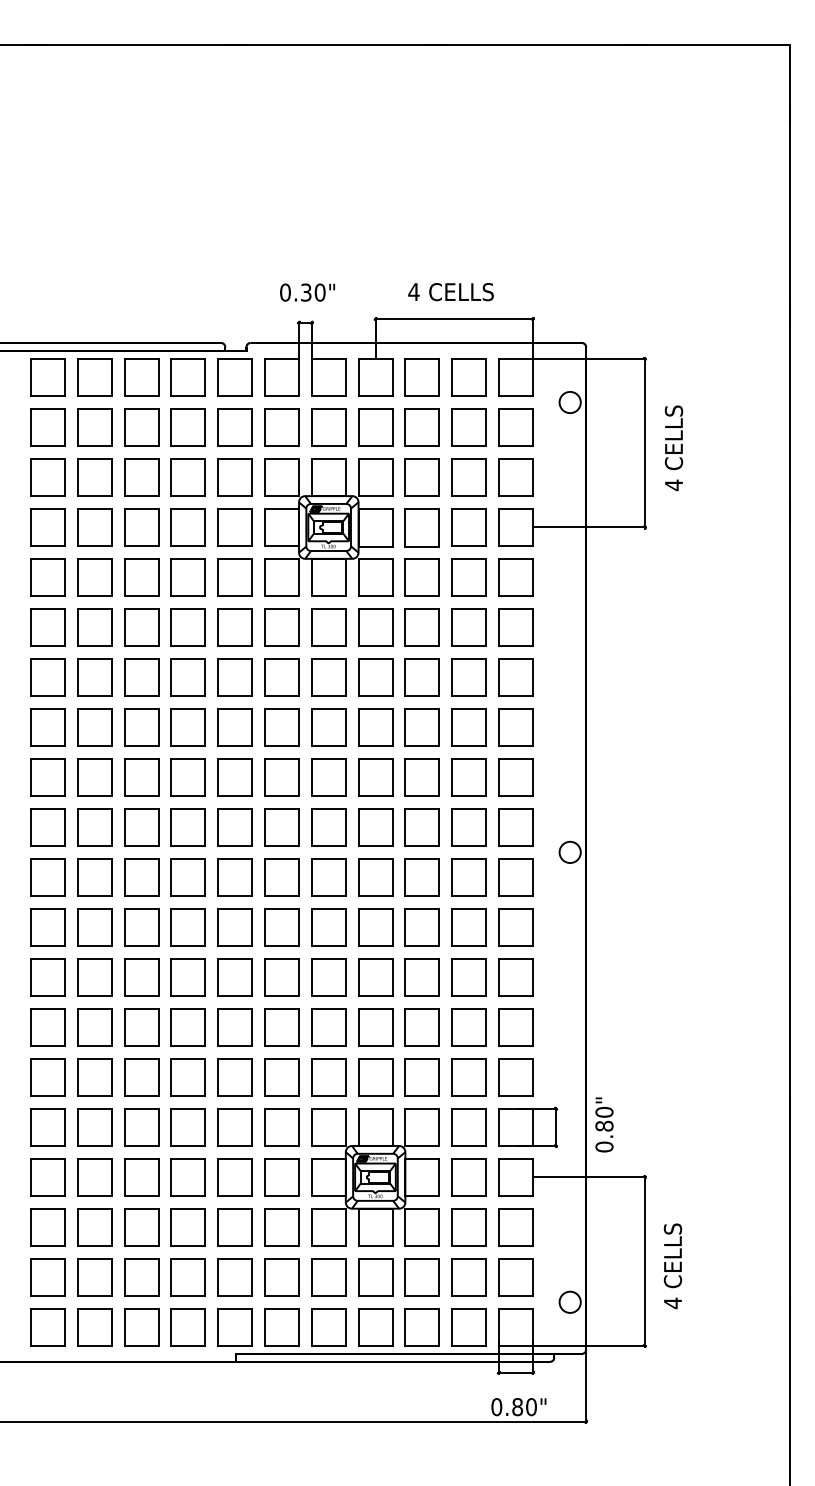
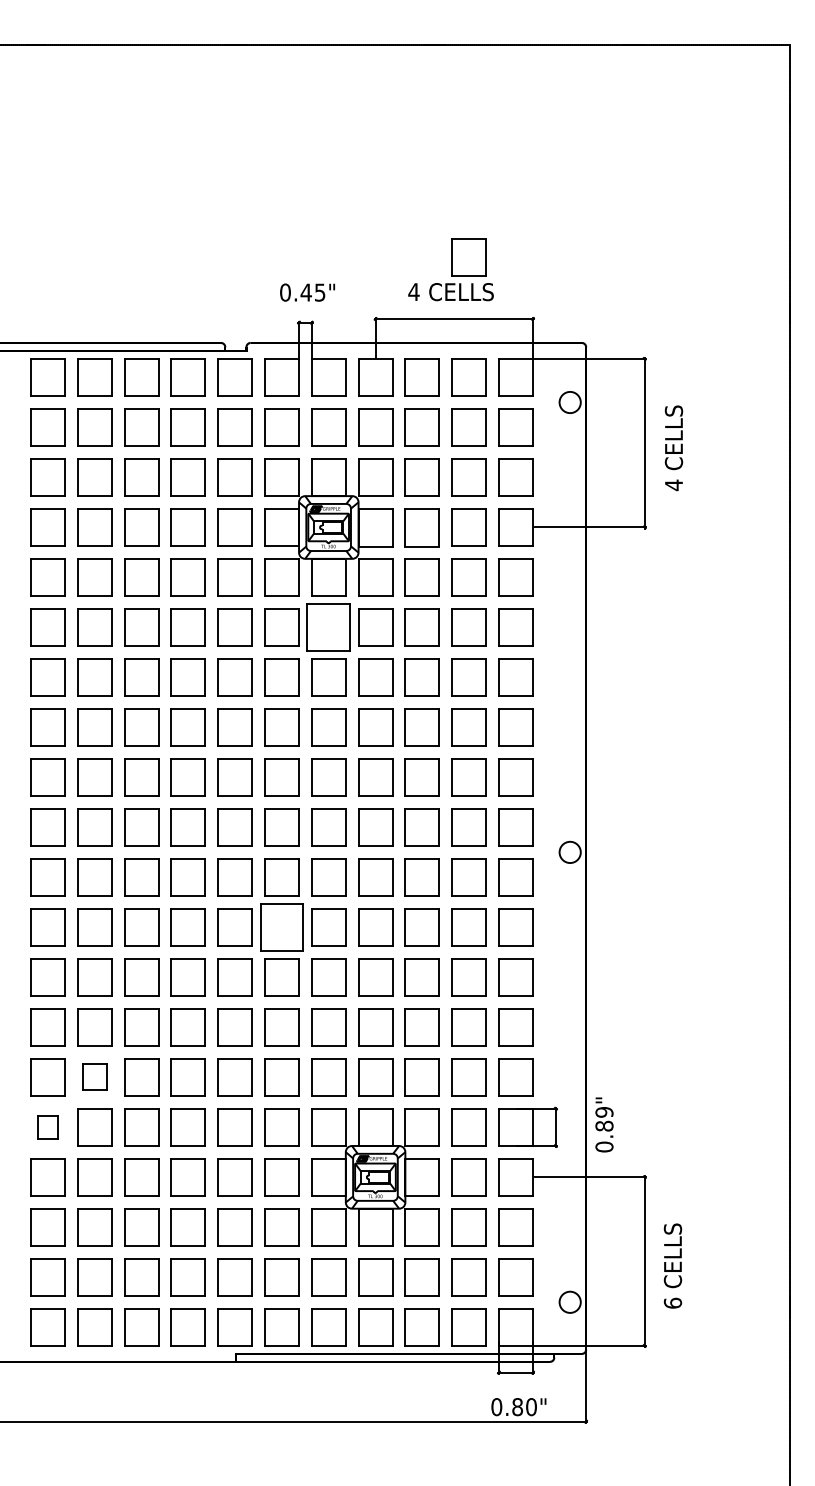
part at (468, 257): none -> present
text at (312, 292): 0.30" -> 0.45"
part at (328, 627) size: 36x39 px -> 45x49 px
part at (281, 927) size: 36x39 px -> 44x49 px
part at (94, 1077) size: 36x39 px -> 26x28 px
text at (604, 1112): 0.80" -> 0.89"
part at (47, 1127) size: 36x39 px -> 22x25 px
text at (672, 1303): 4 -> 6
